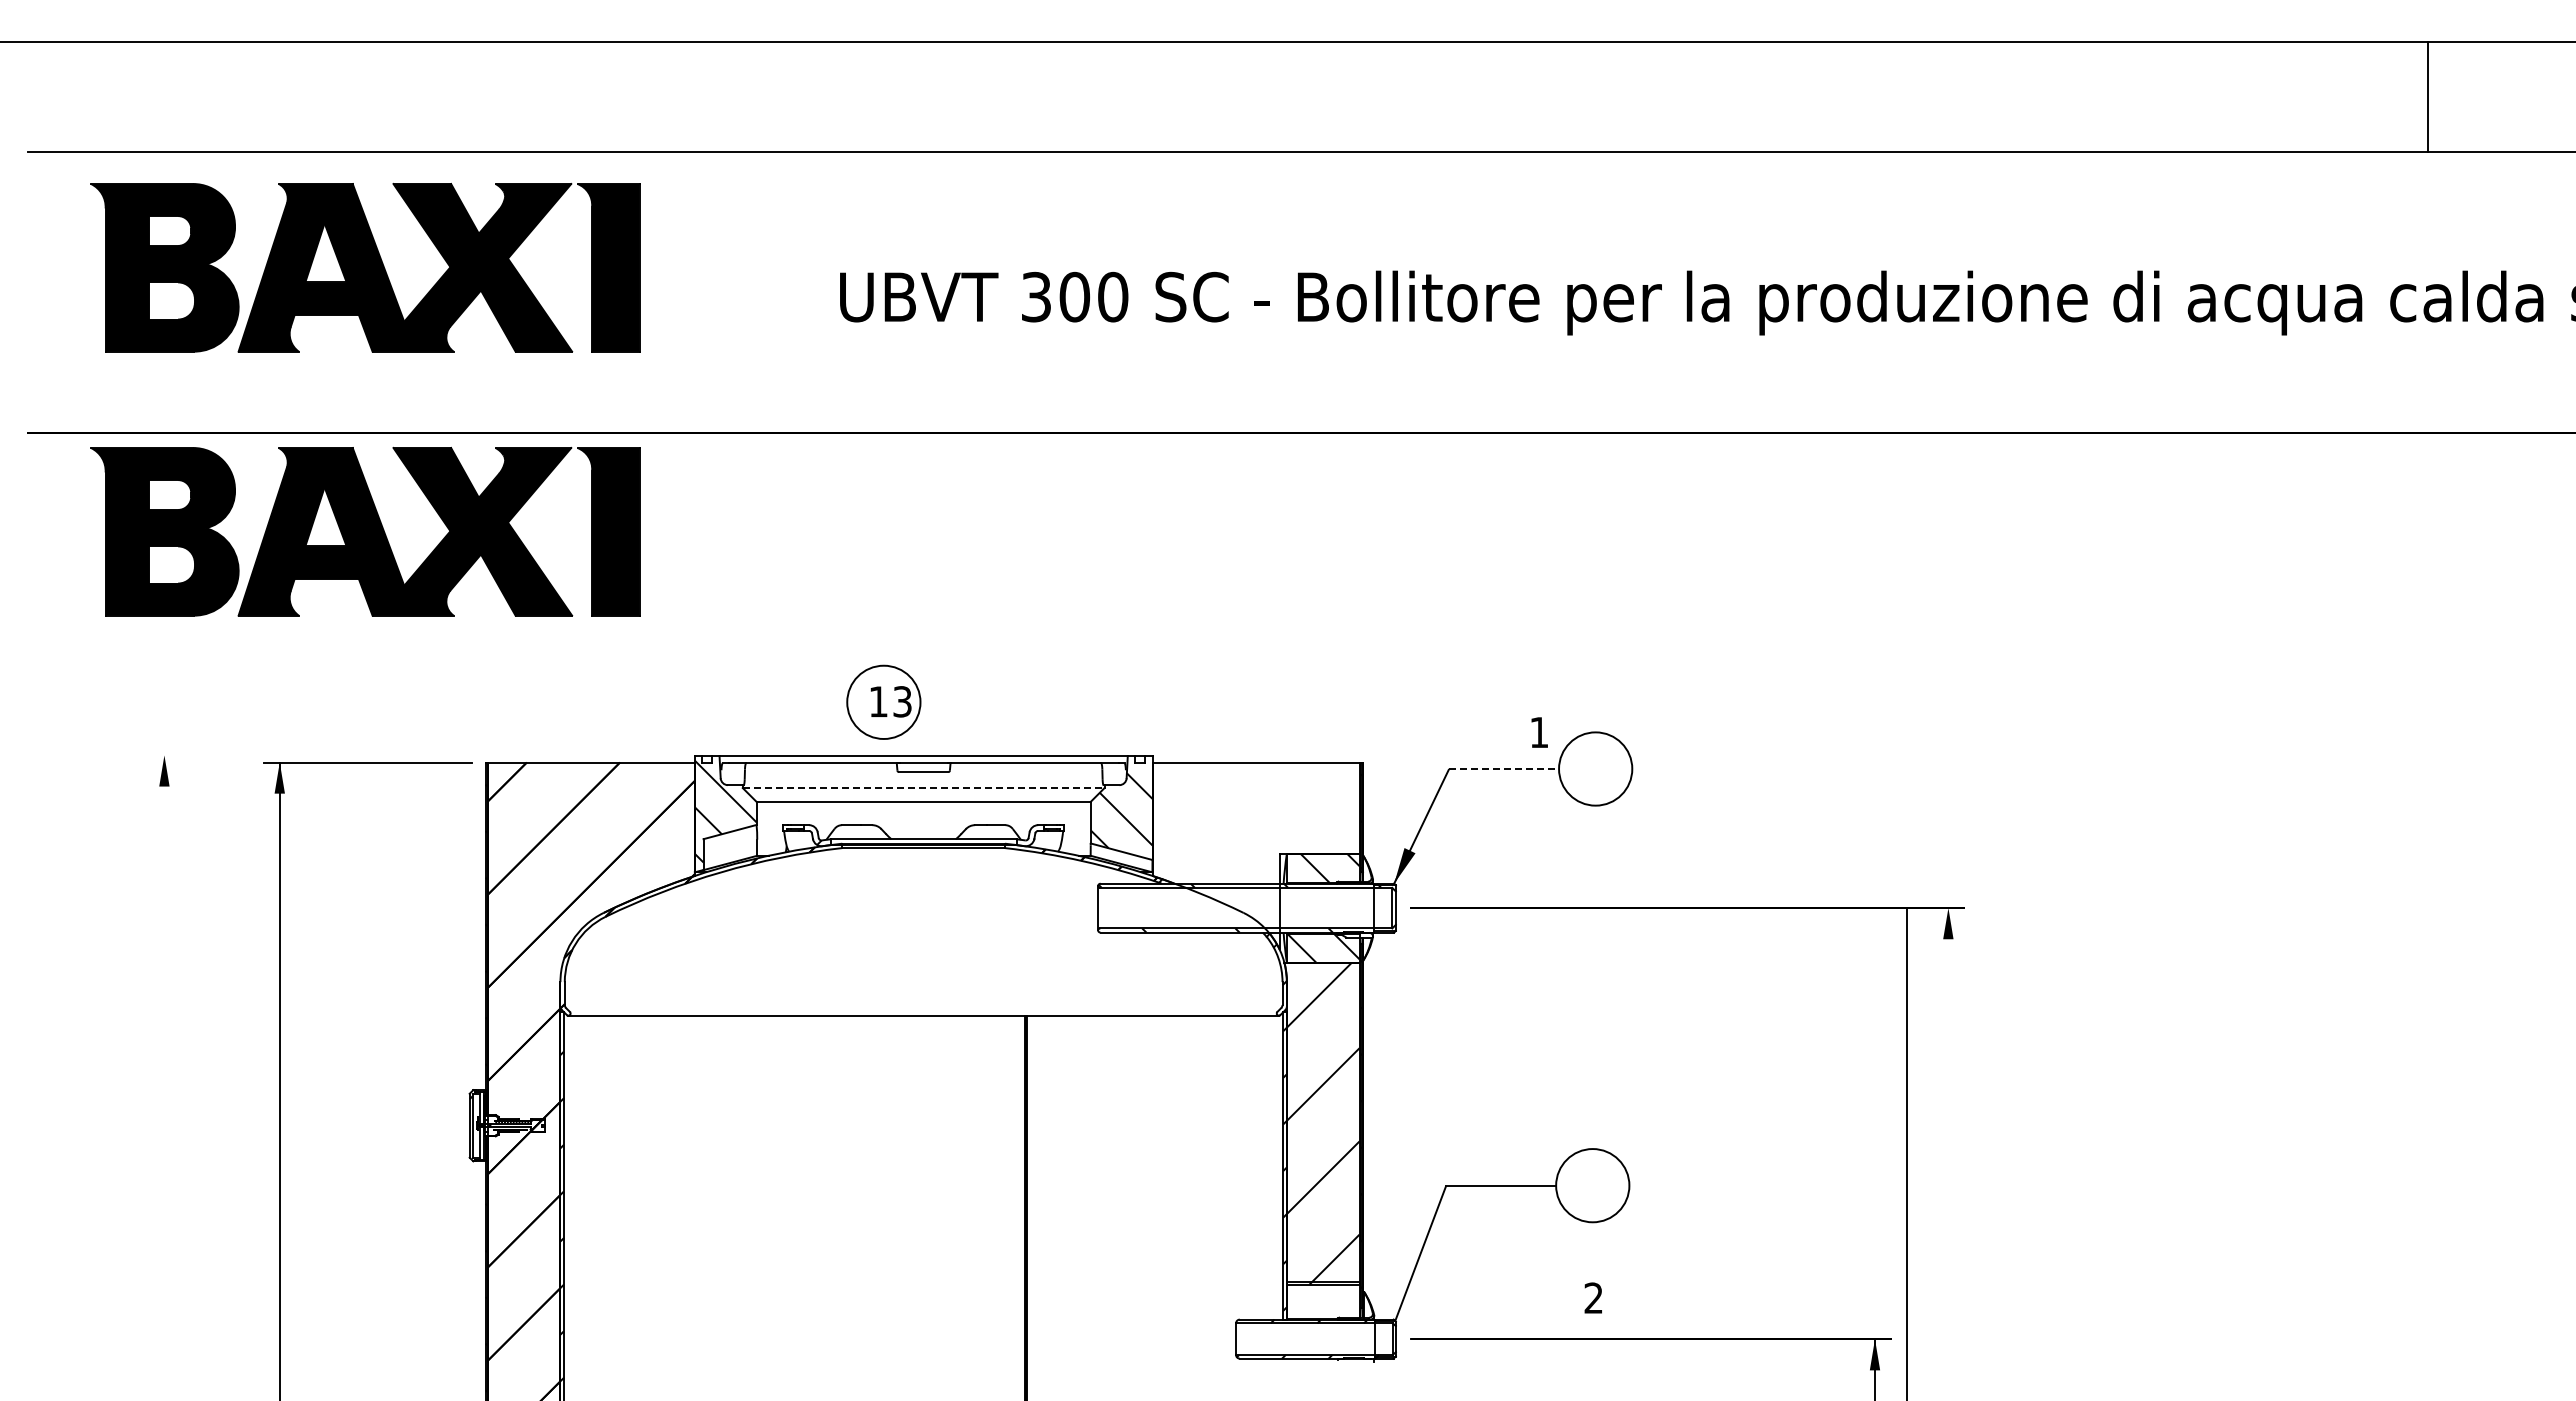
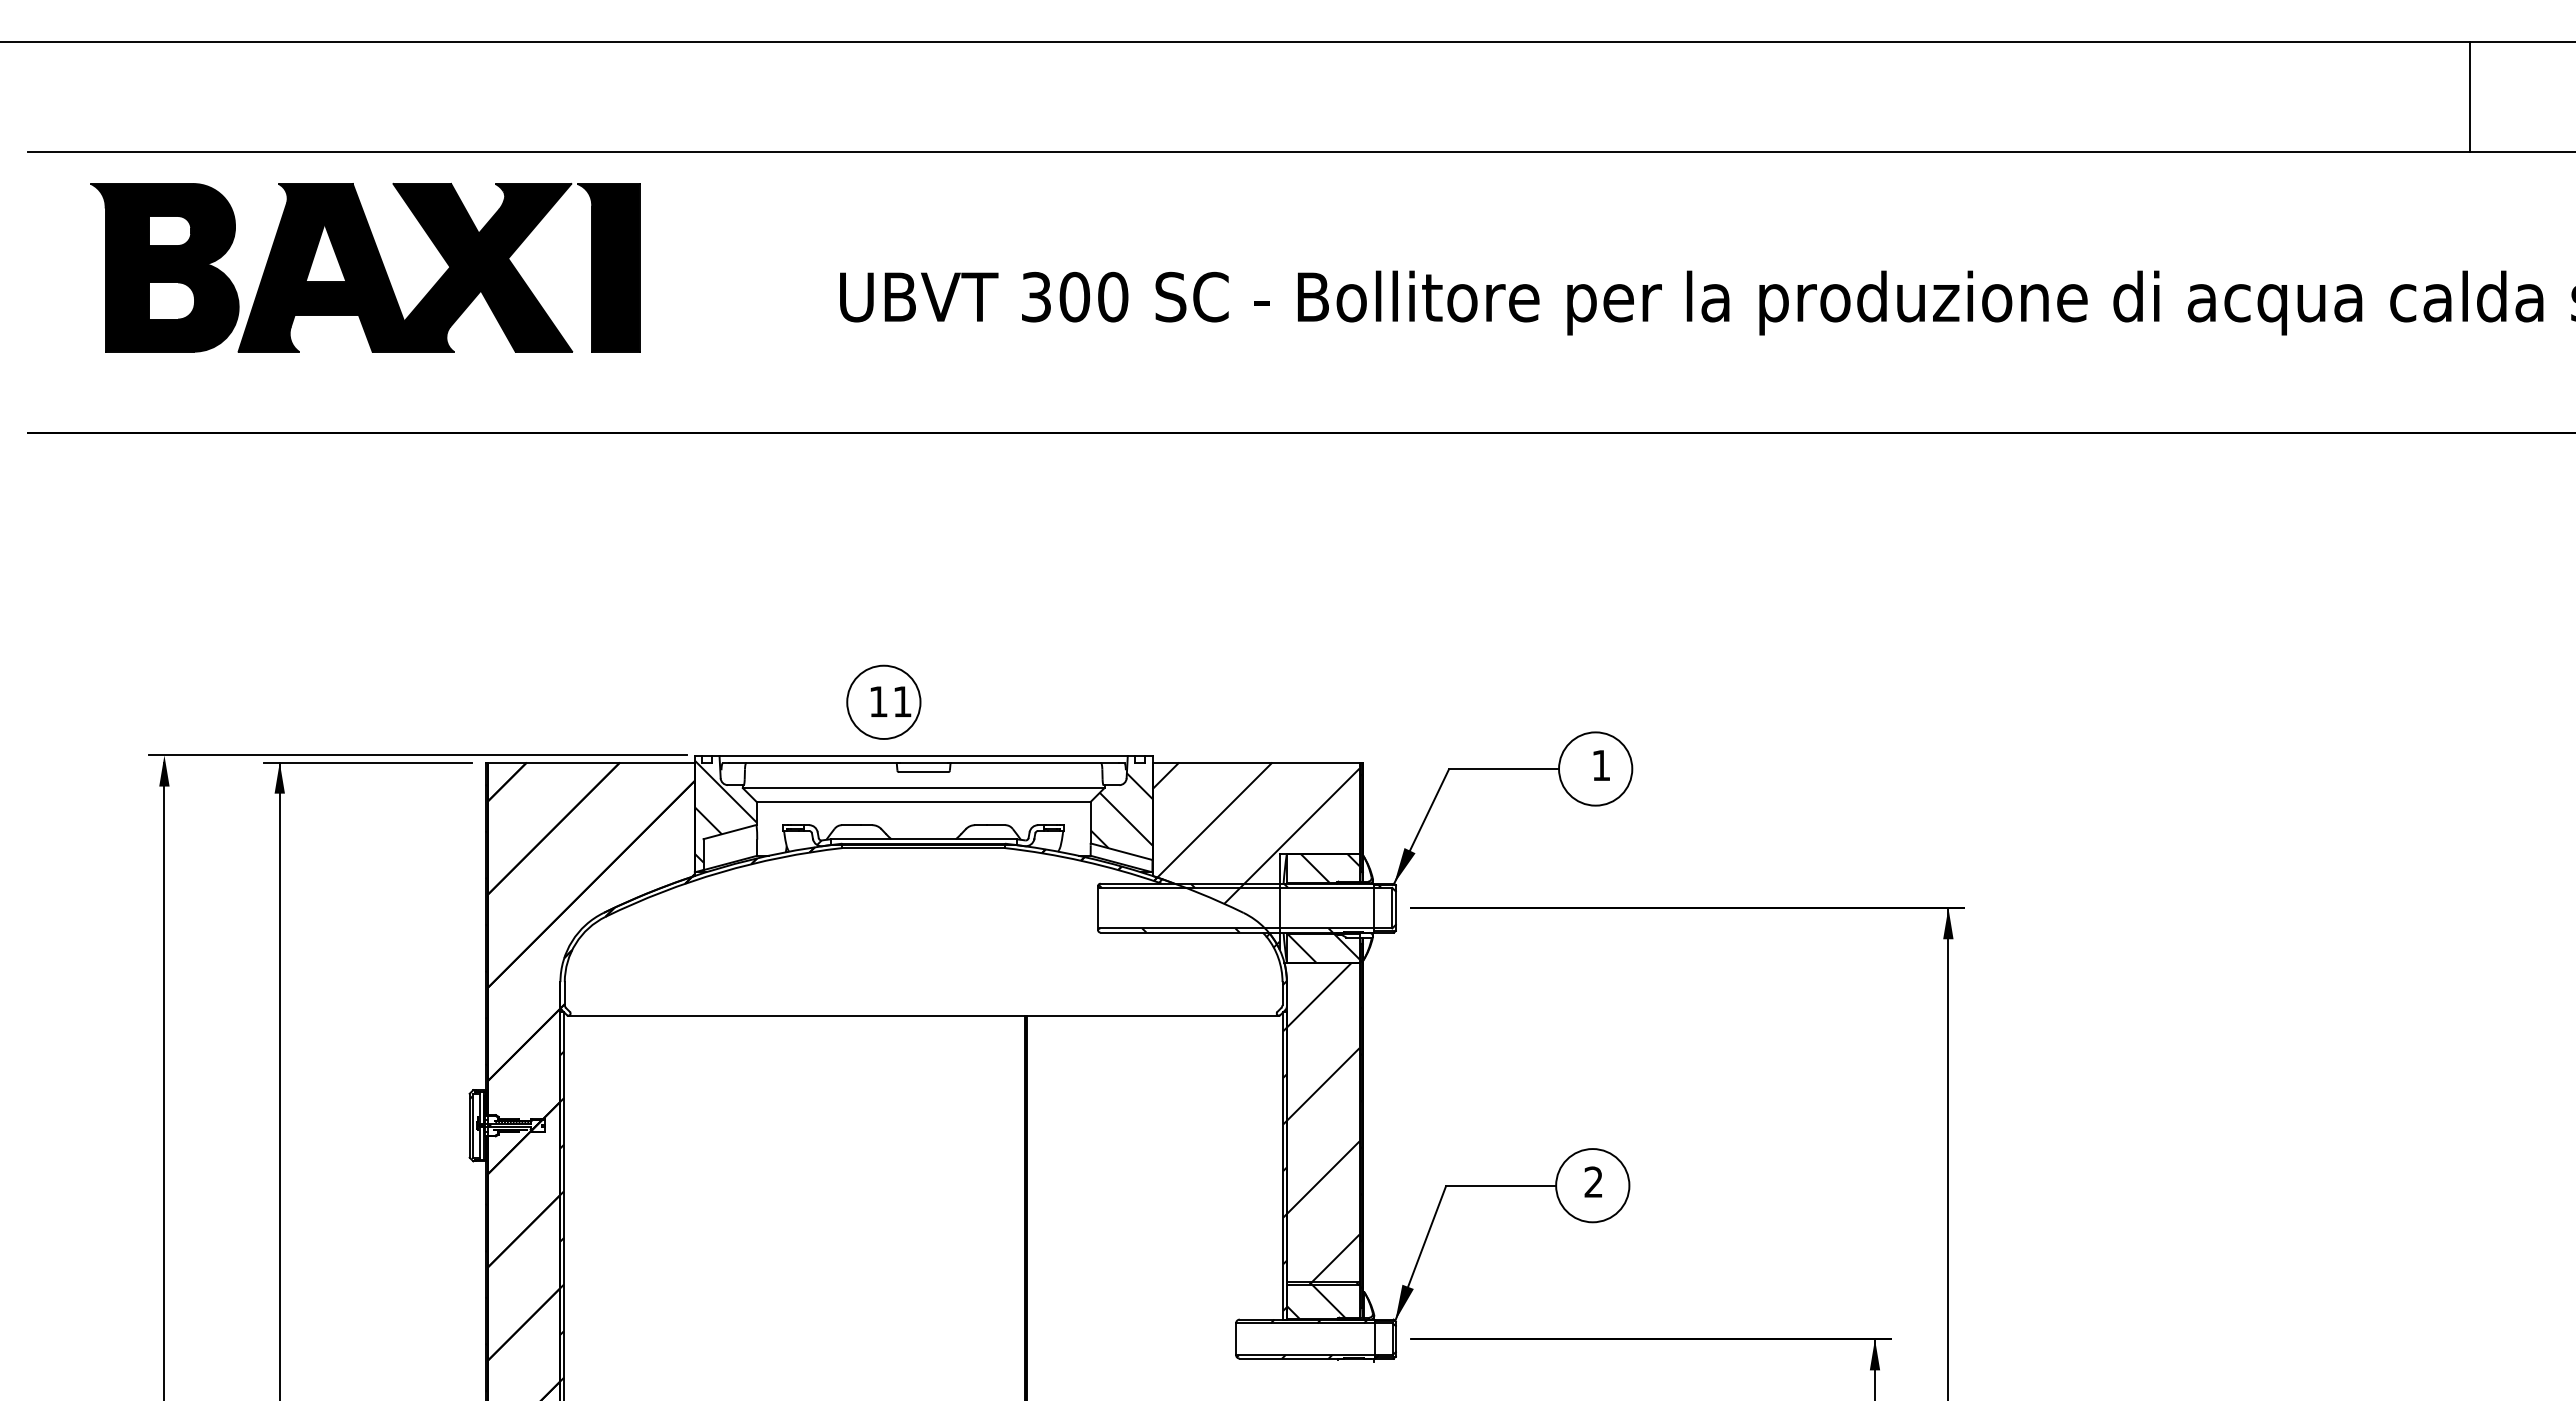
line at (2428, 97) position: (2428, 97) -> (2470, 97)
part at (365, 531): present -> none
text at (902, 701): 13 -> 11
text at (1539, 732) position: (1539, 732) -> (1601, 765)
line at (417, 755): none -> present
line at (1504, 769): dashed -> solid
line at (923, 788): dashed -> solid
hatch at (1255, 853): none -> present
line at (164, 1079): none -> present
line at (1907, 1152) position: (1907, 1152) -> (1948, 1152)
text at (1592, 1297) position: (1592, 1297) -> (1592, 1181)
hatch at (1322, 1300): none -> present
fill at (1404, 1302): none -> present
